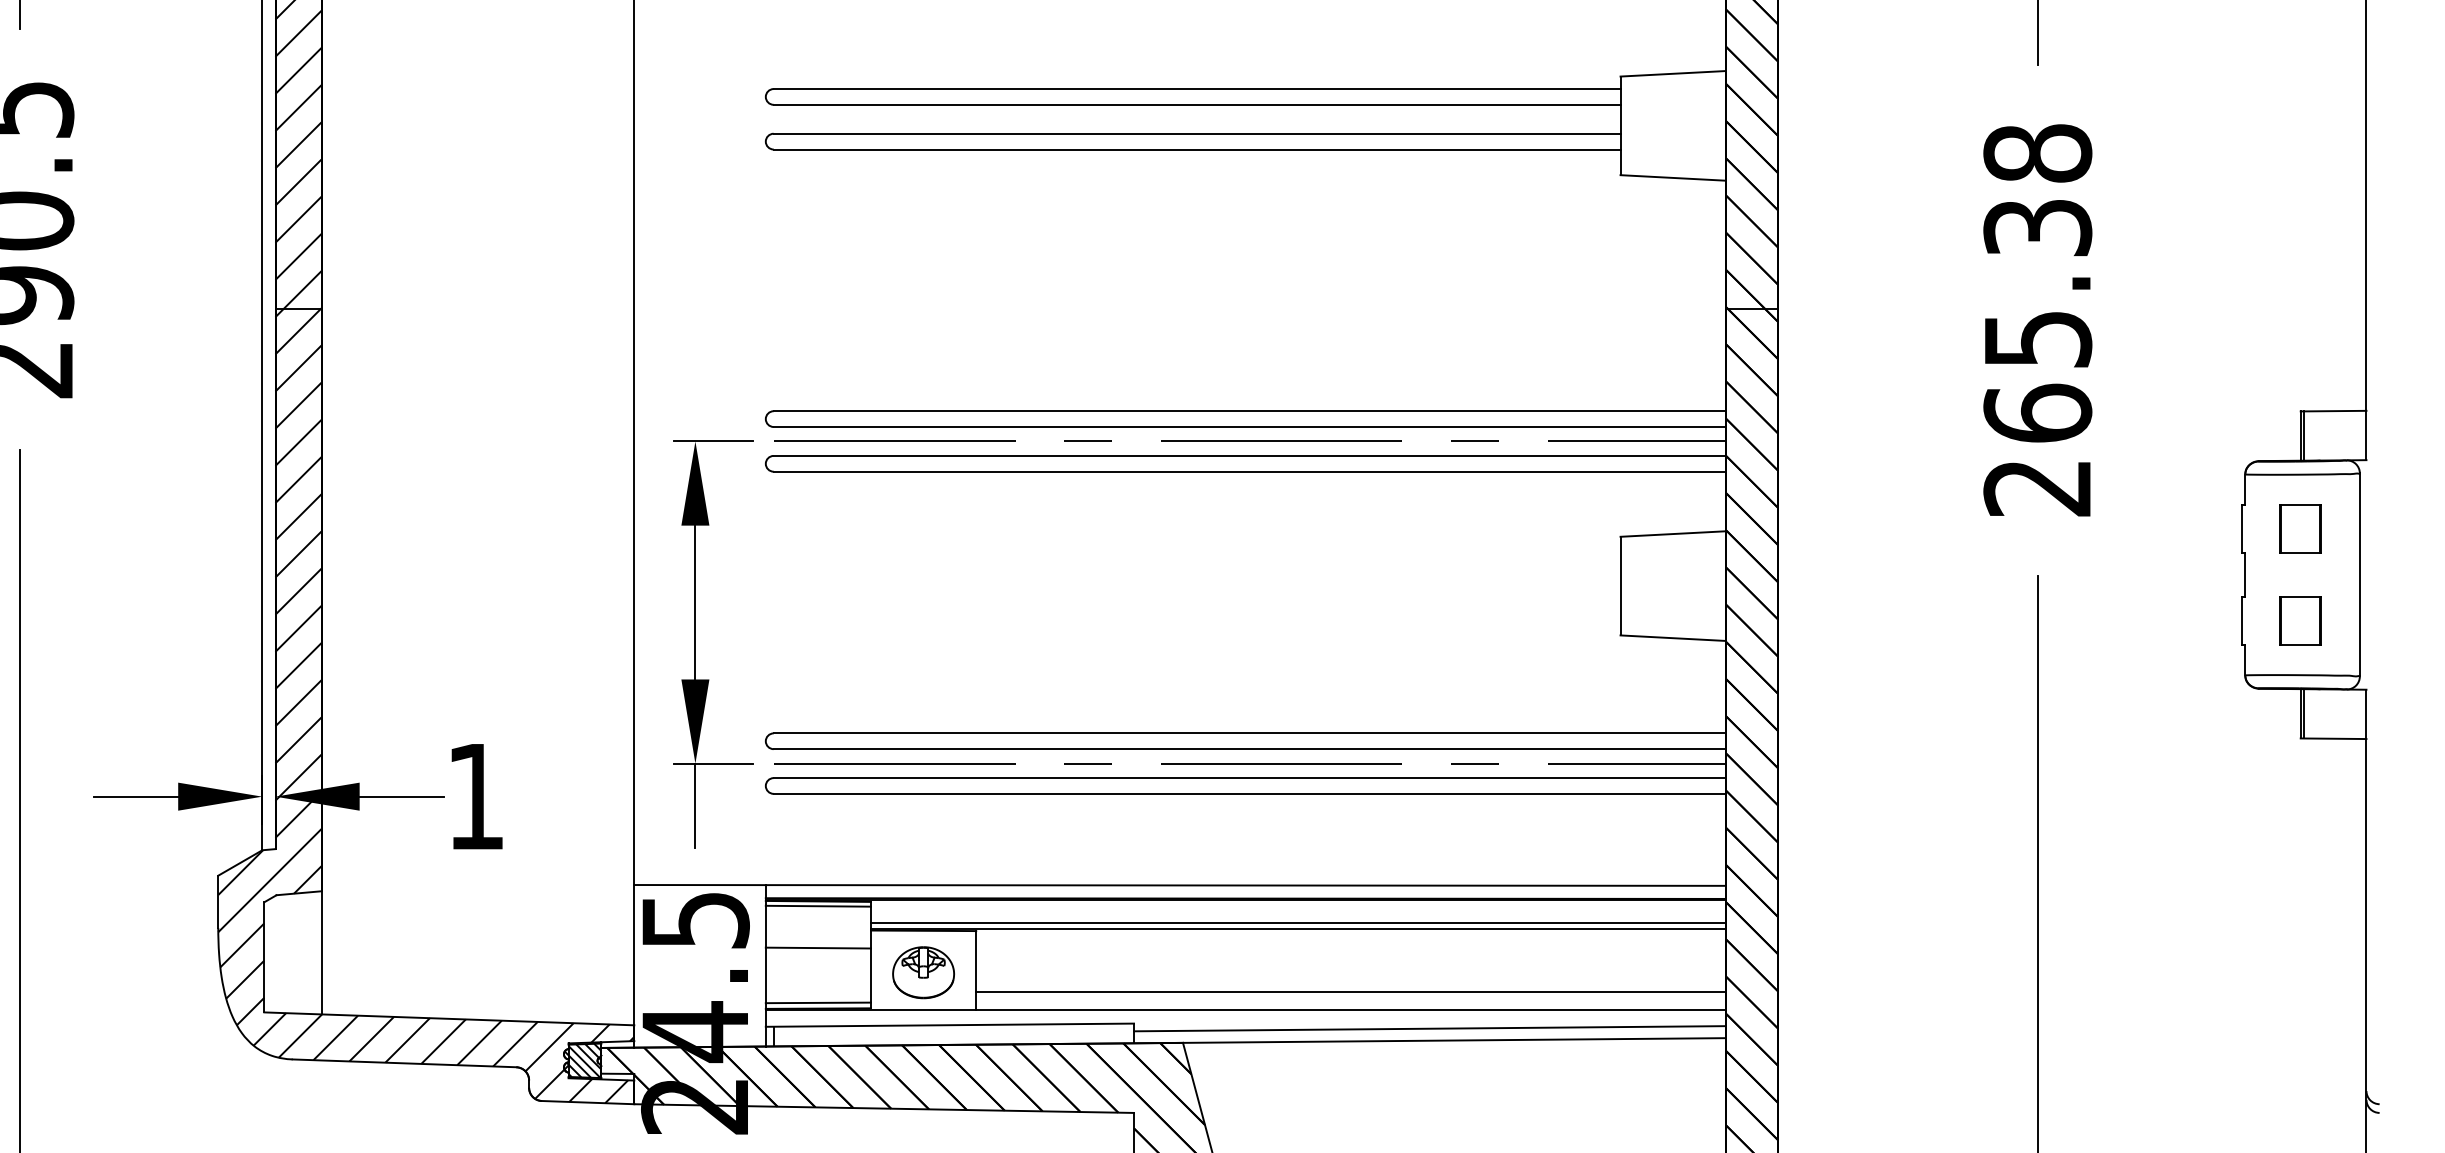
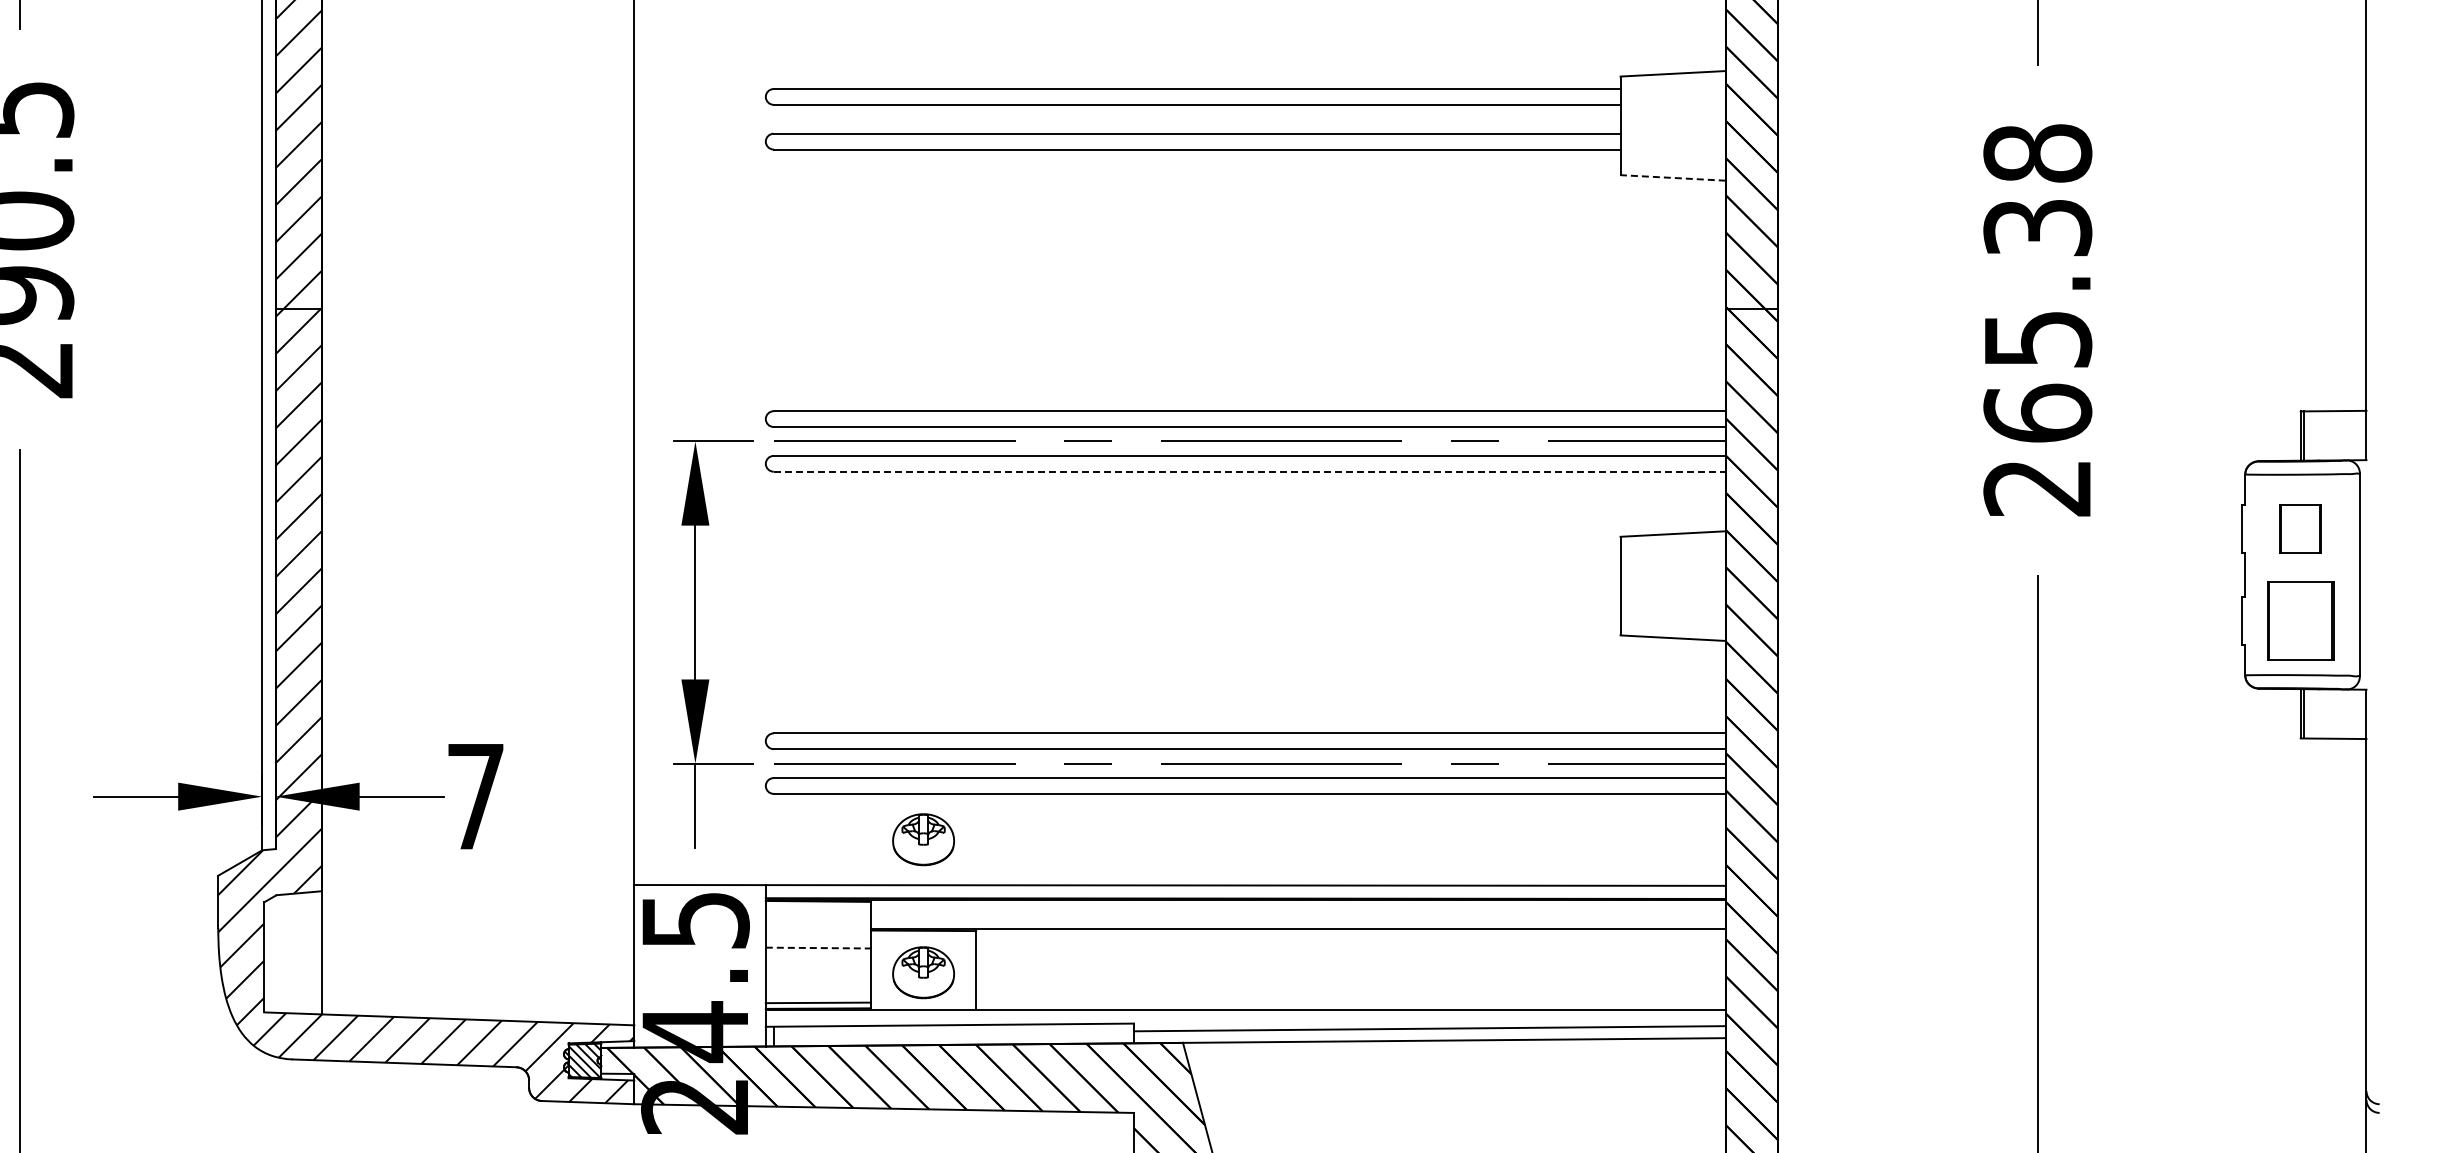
line at (1673, 177): solid -> dashed
line at (1250, 471): solid -> dashed
part at (2300, 620) size: 43x50 px -> 68x80 px
text at (475, 796): 1 -> 7
part at (923, 839): none -> present
line at (818, 905): present -> none
line at (1298, 922): present -> none
line at (818, 948): solid -> dashed
line at (1350, 991): present -> none
